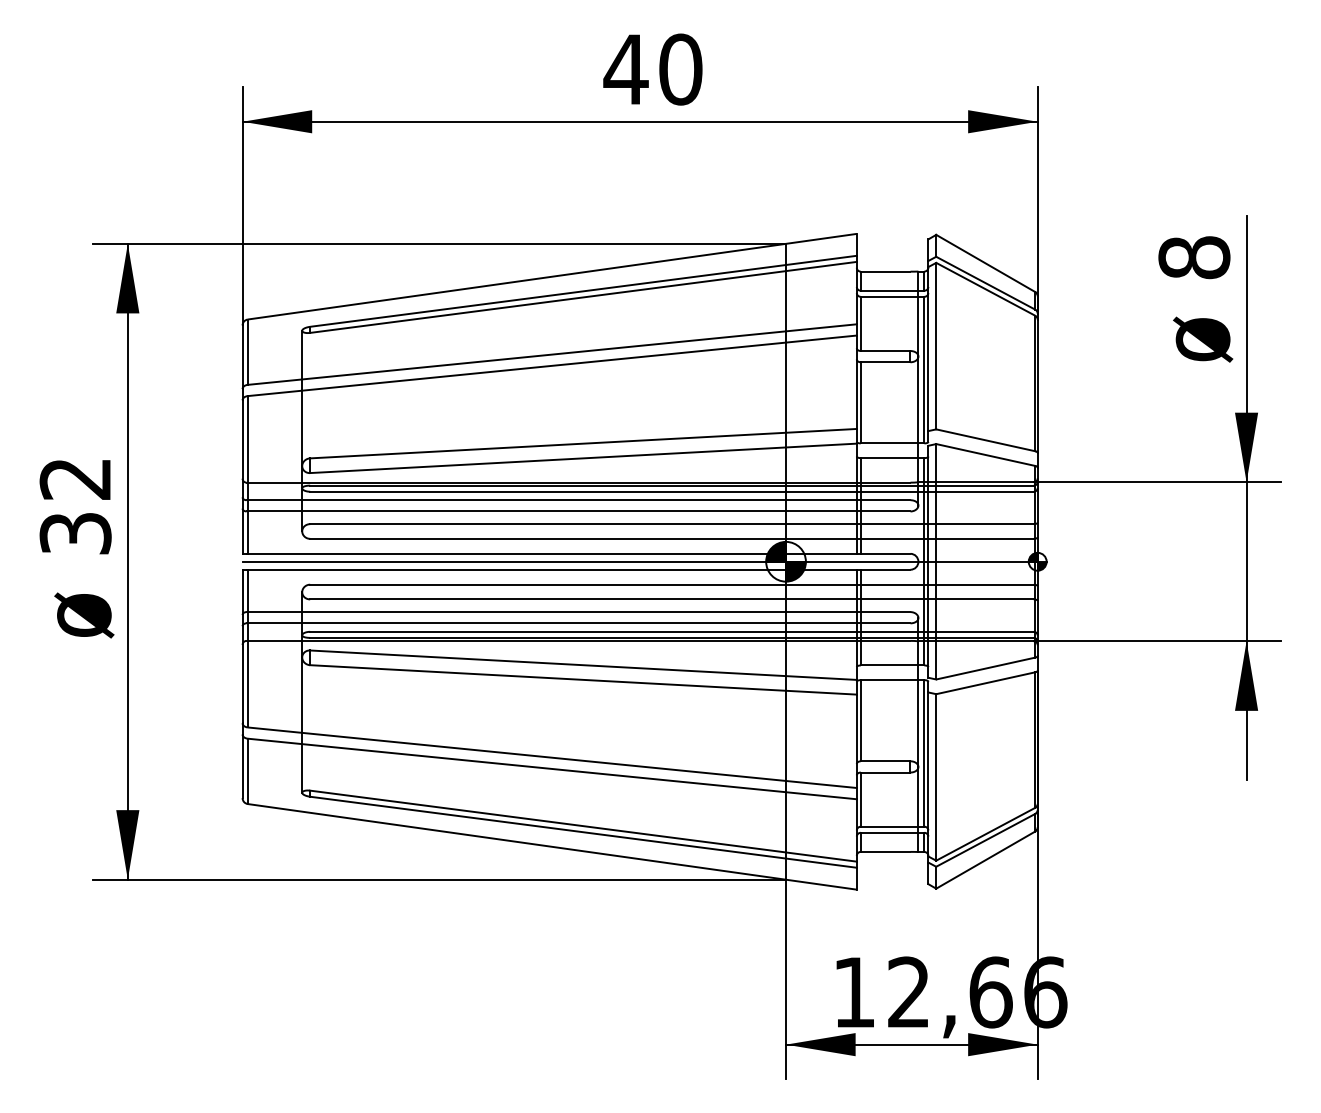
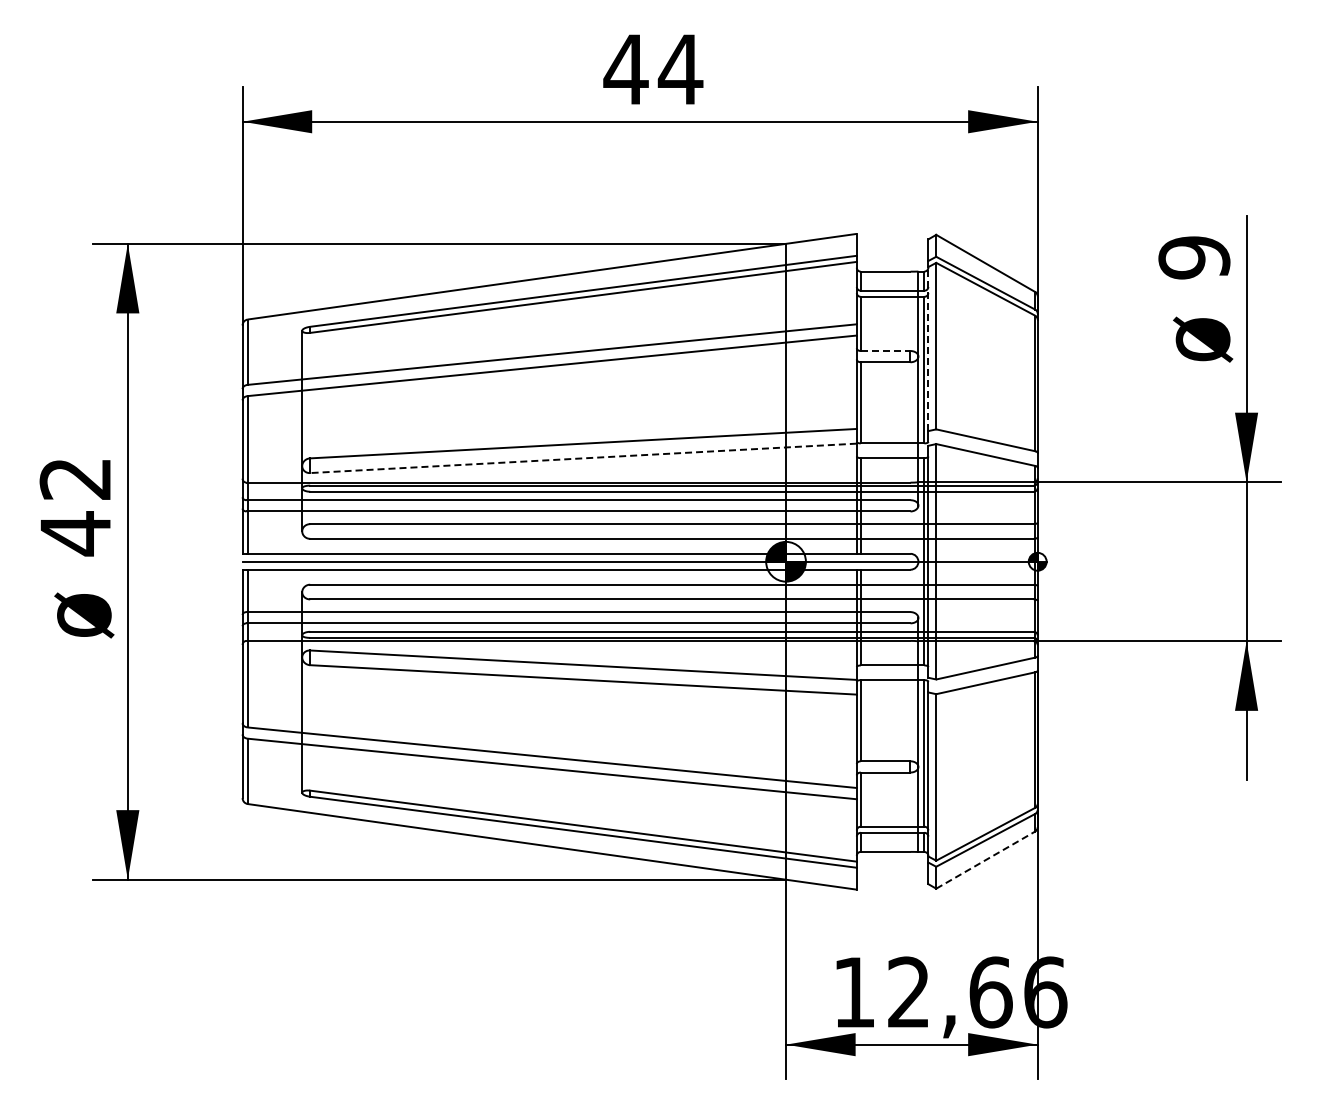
text at (680, 69): 40 -> 44
text at (1194, 257): 8 -> 9
line at (928, 348): solid -> dashed
line at (885, 351): solid -> dashed
line at (583, 458): solid -> dashed
text at (75, 533): 32 -> 42
line at (986, 859): solid -> dashed
